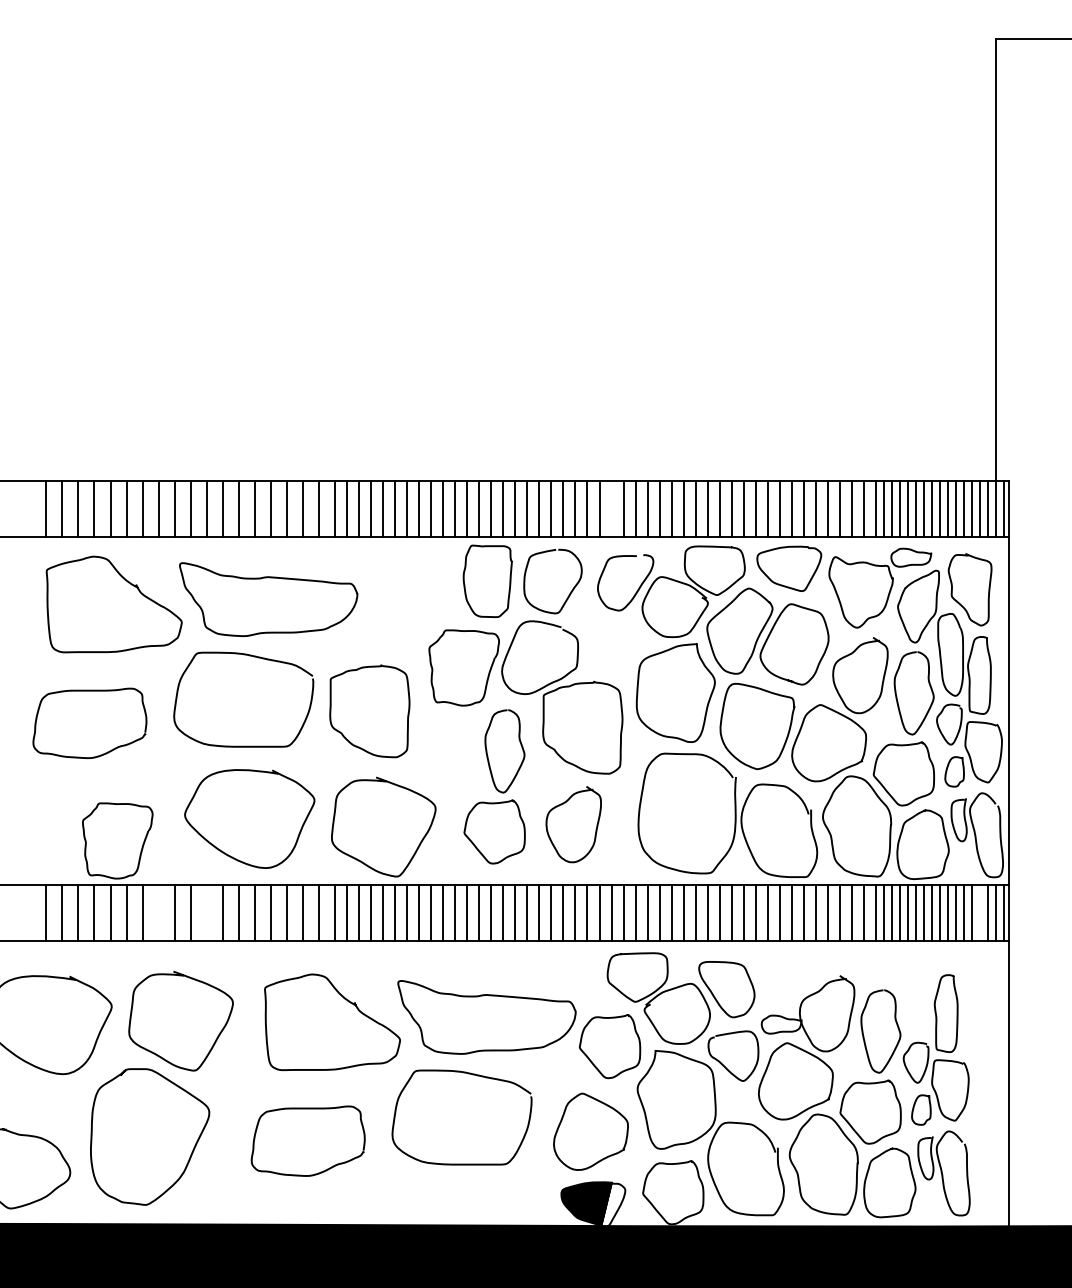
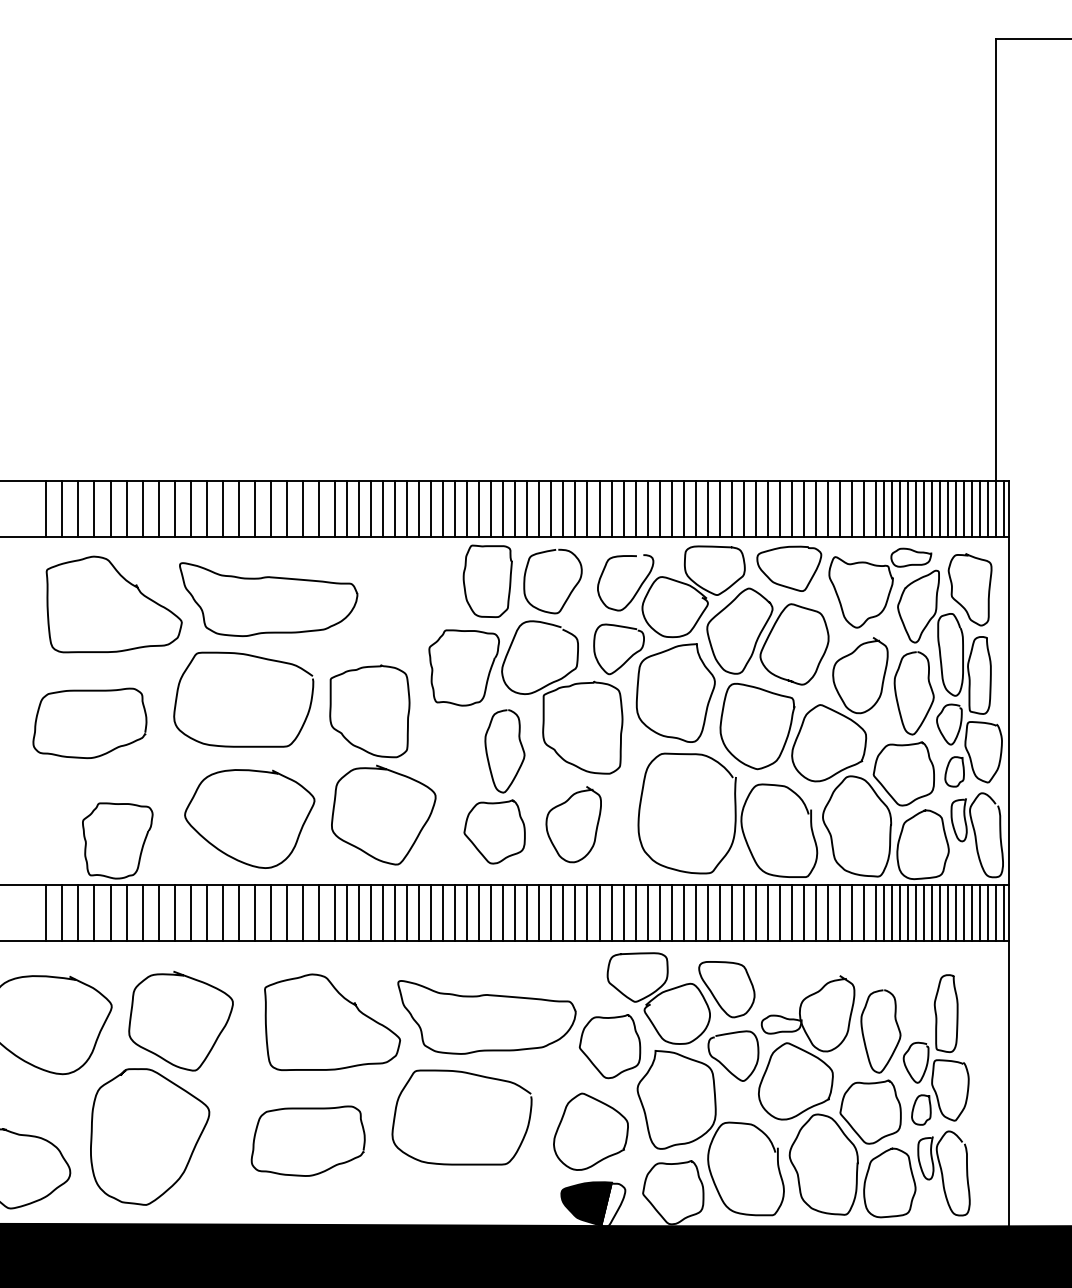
line at (611, 508): none -> present
curve at (628, 658): none -> present
curve at (417, 846) position: (417, 846) -> (417, 834)
line at (158, 913): none -> present
line at (206, 913): none -> present
line at (980, 913): none -> present
